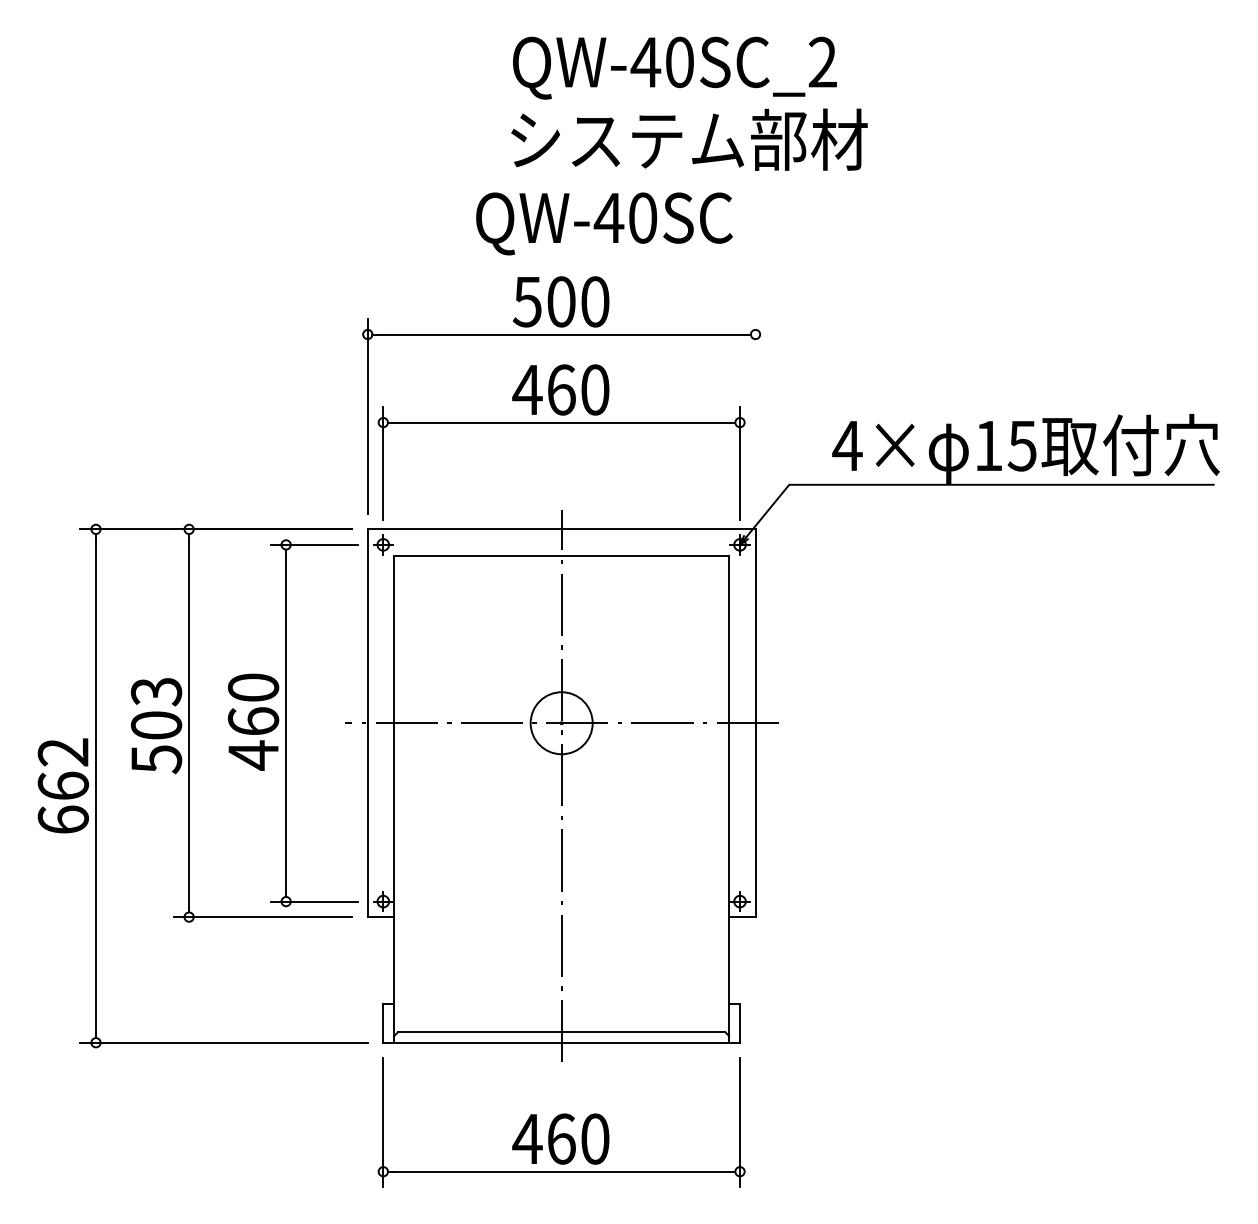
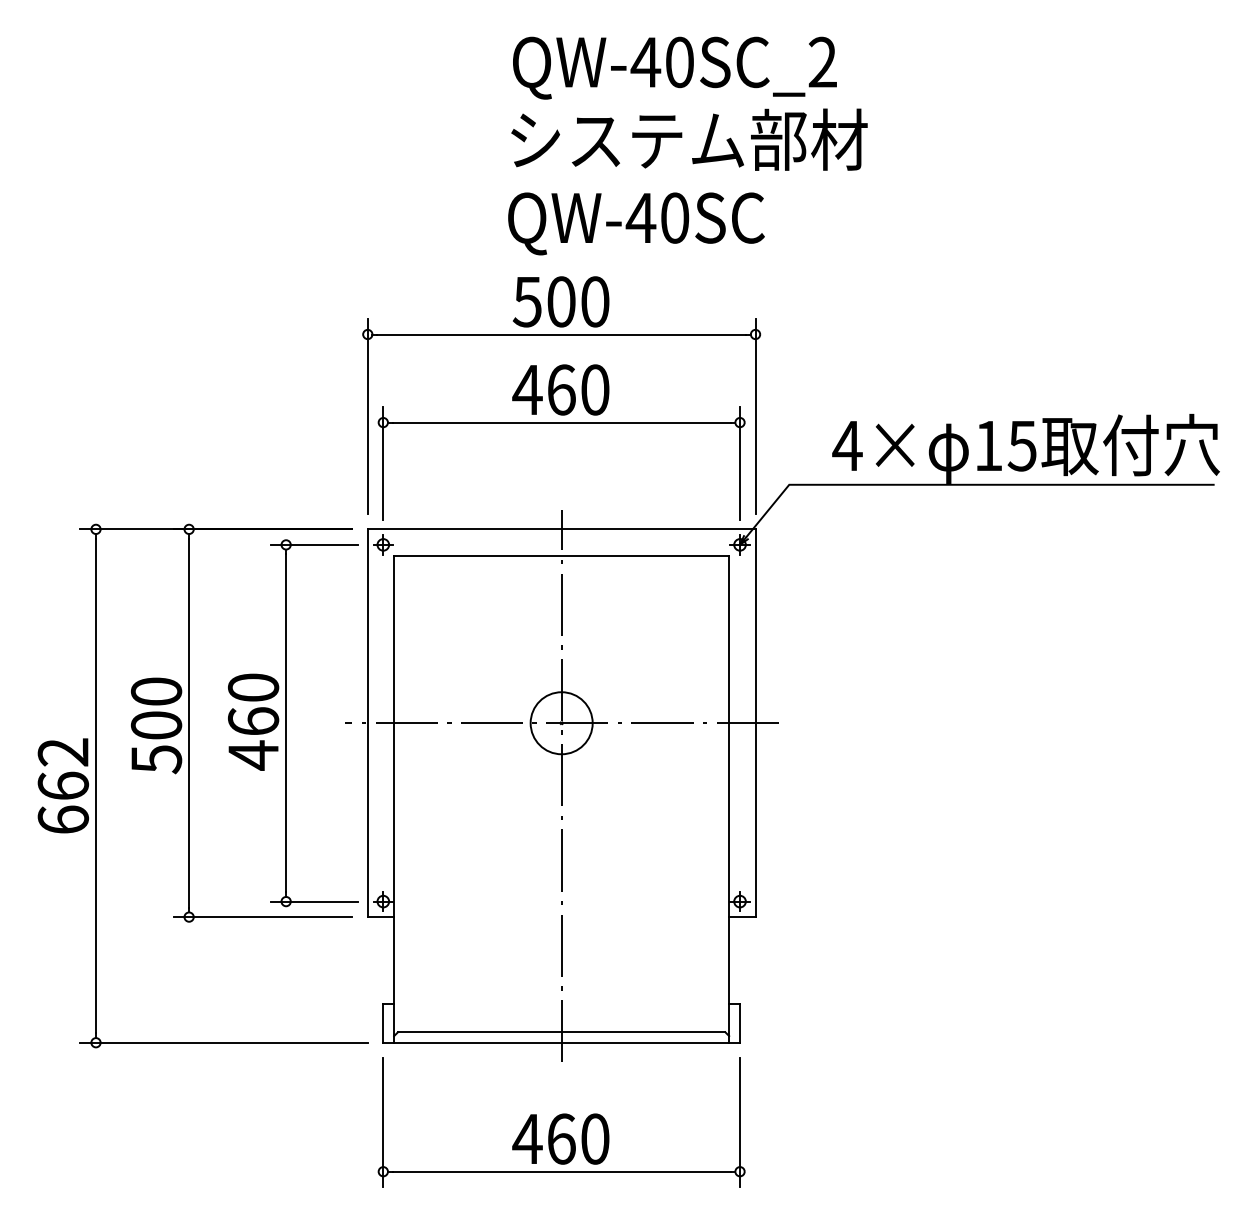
text at (604, 223) position: (604, 223) -> (636, 223)
line at (755, 415): none -> present
text at (156, 691): 503 -> 500
